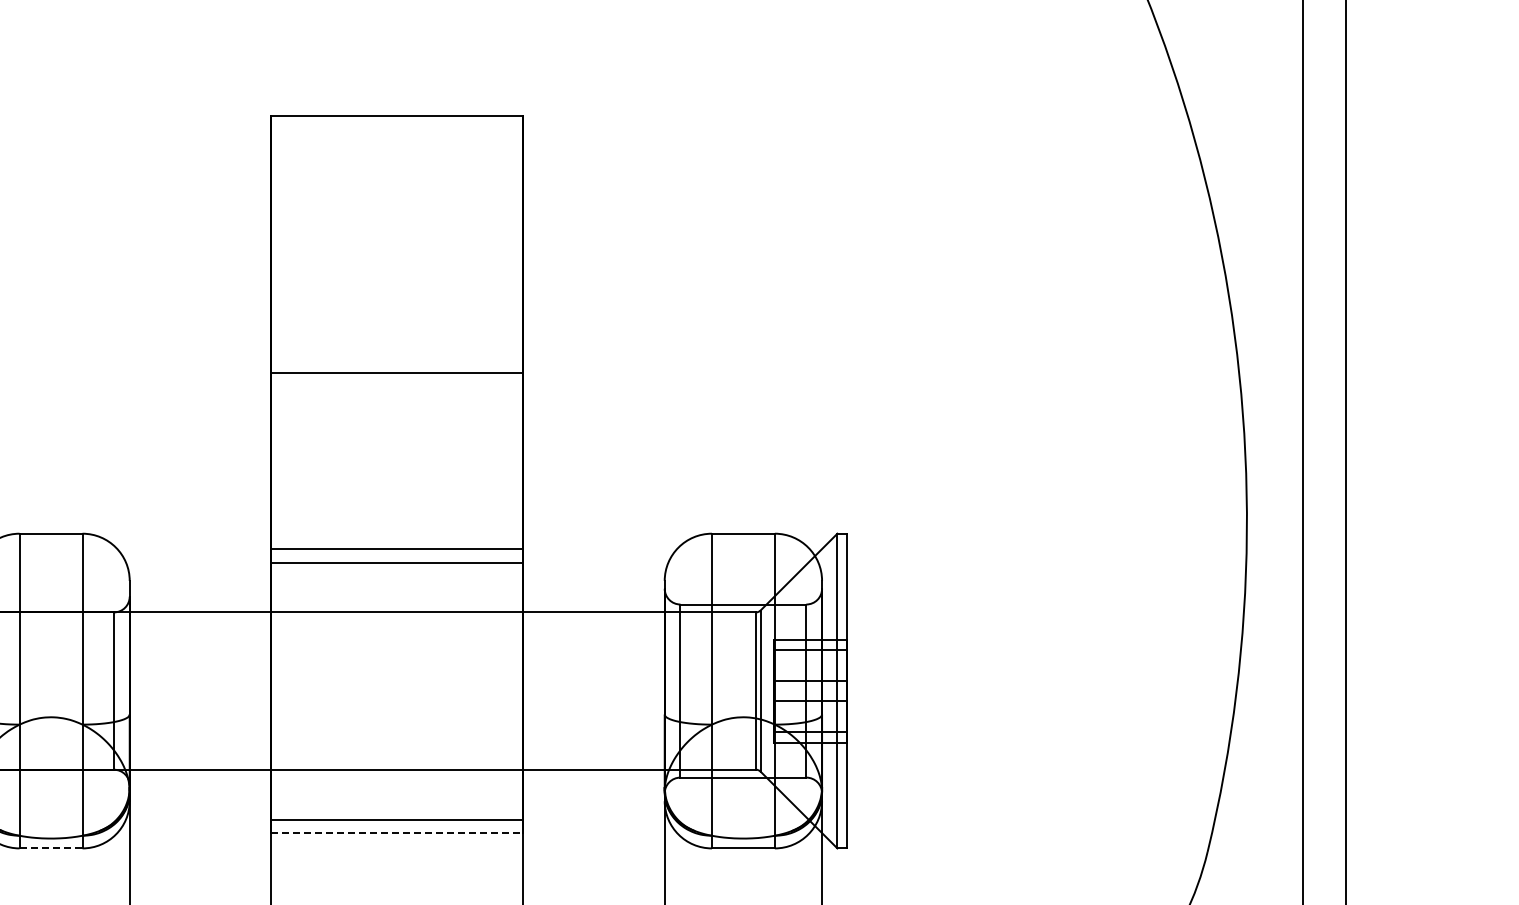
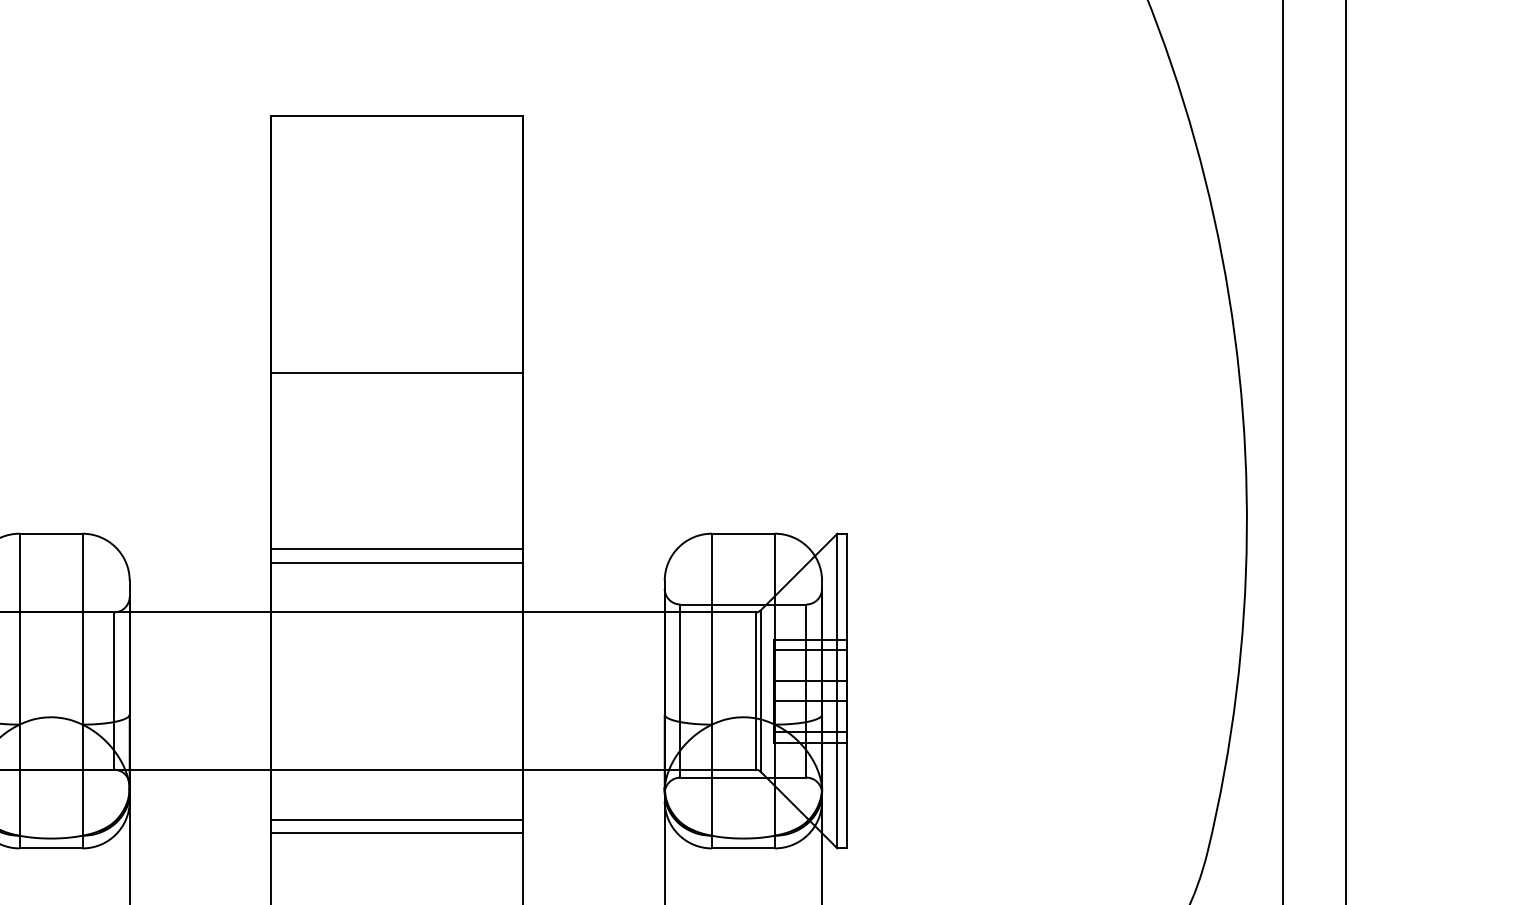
line at (1303, 451) position: (1303, 451) -> (1283, 451)
line at (397, 832): dashed -> solid
line at (51, 848): dashed -> solid
